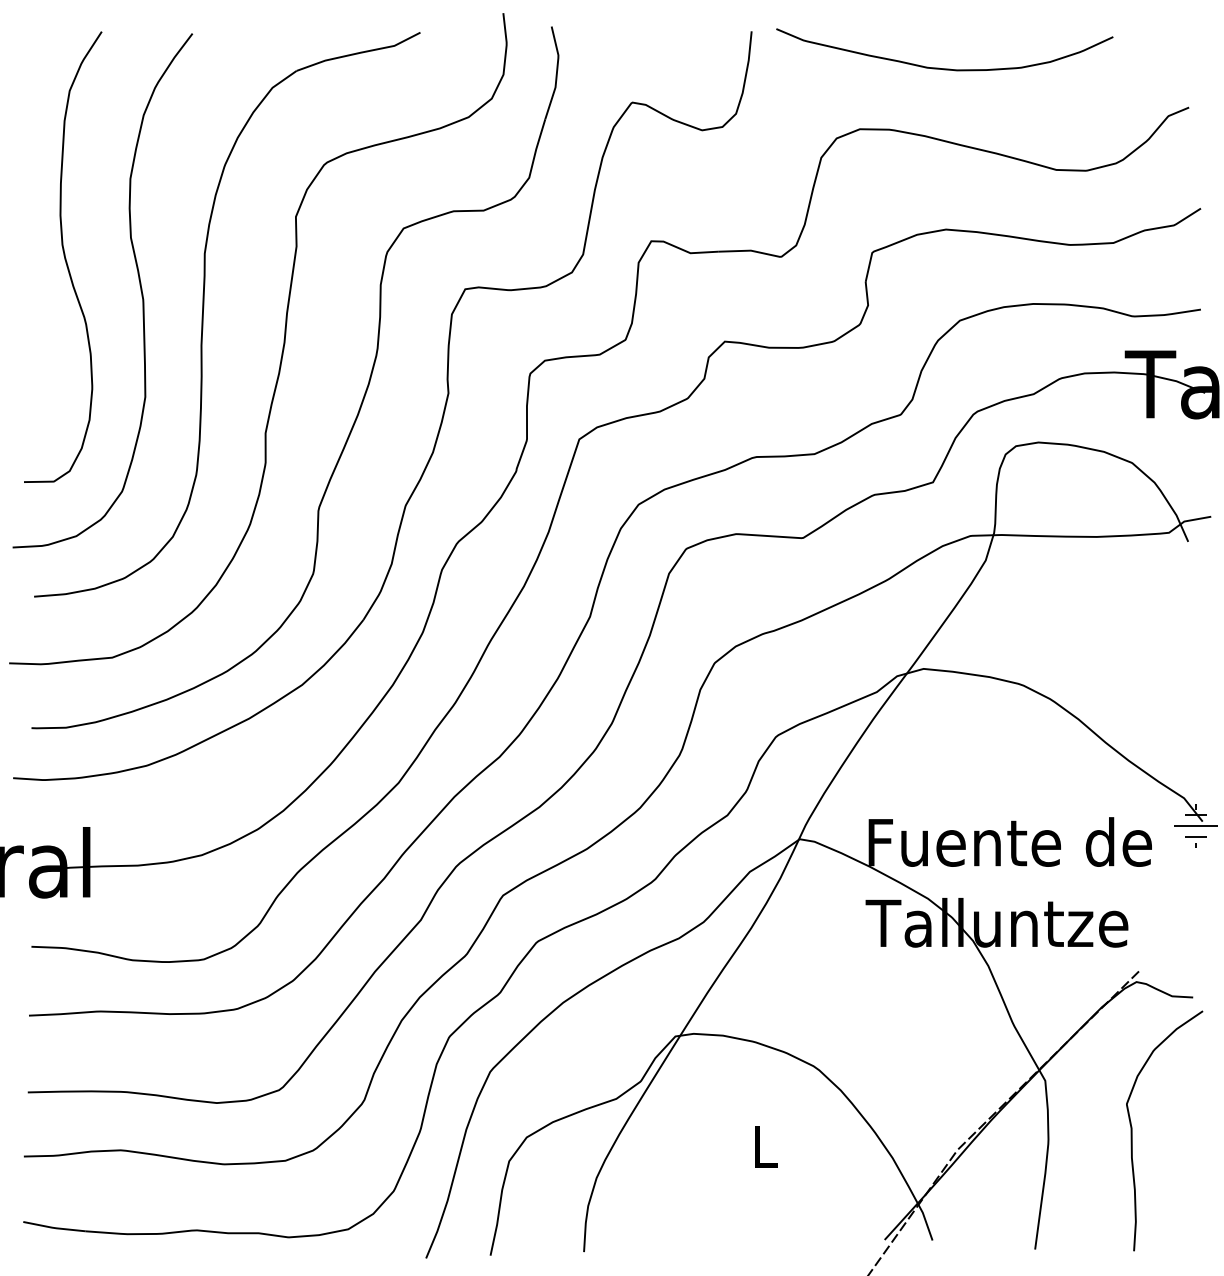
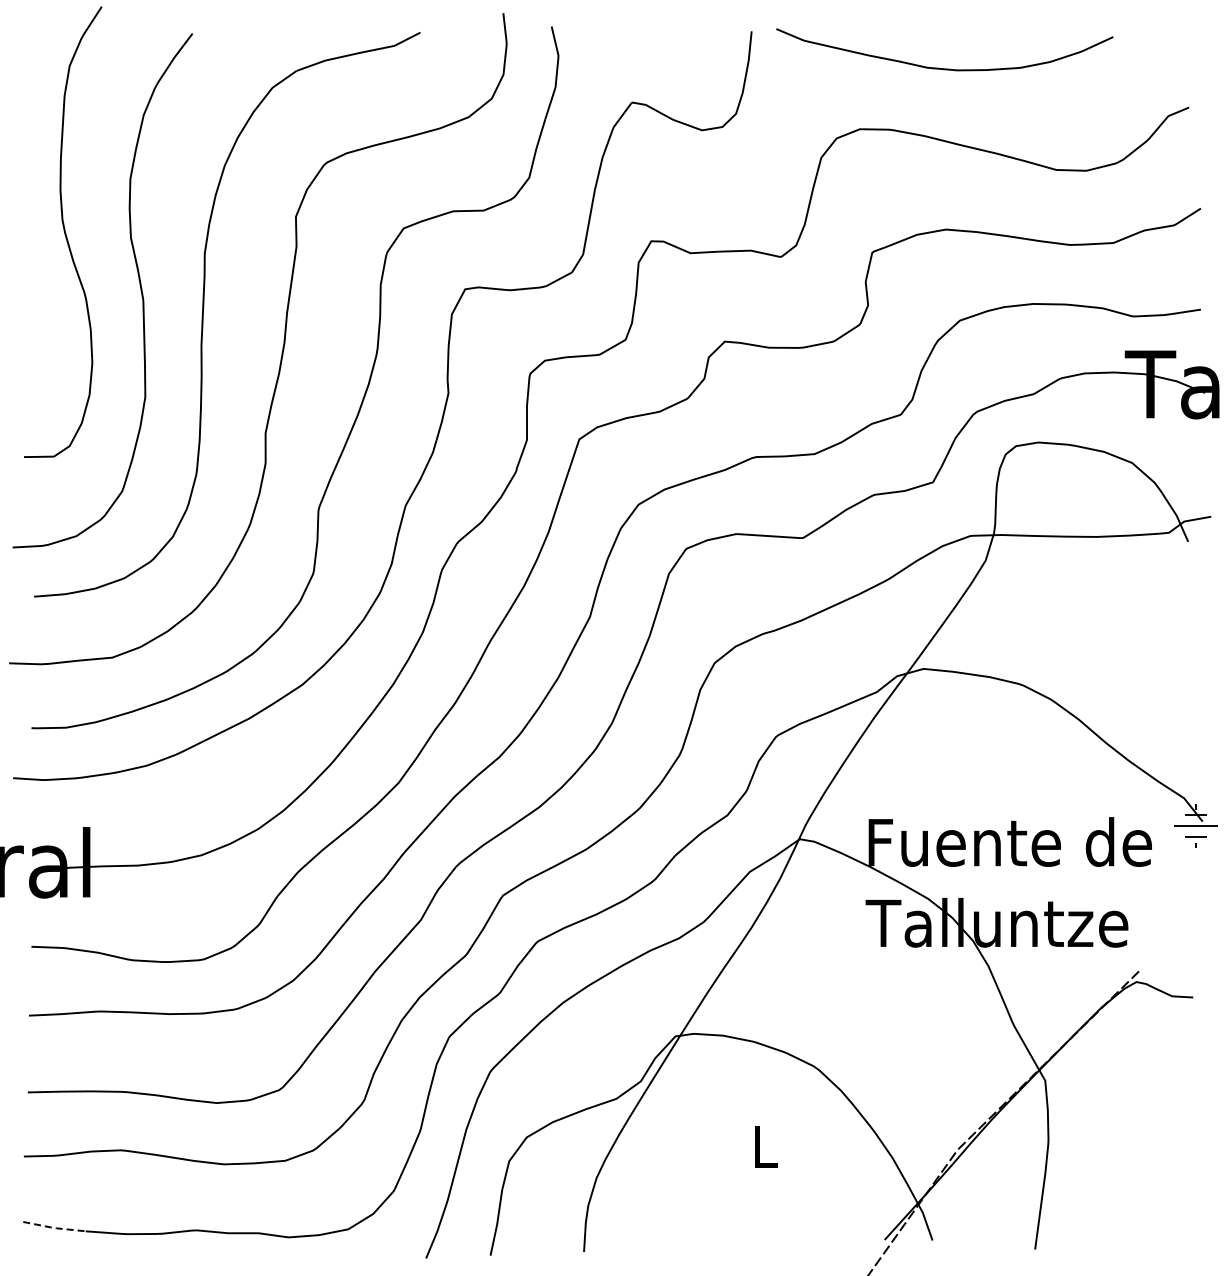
curve at (63, 256) position: (63, 256) -> (63, 231)
curve at (1132, 1130): present -> none
line at (54, 1228): solid -> dashed
